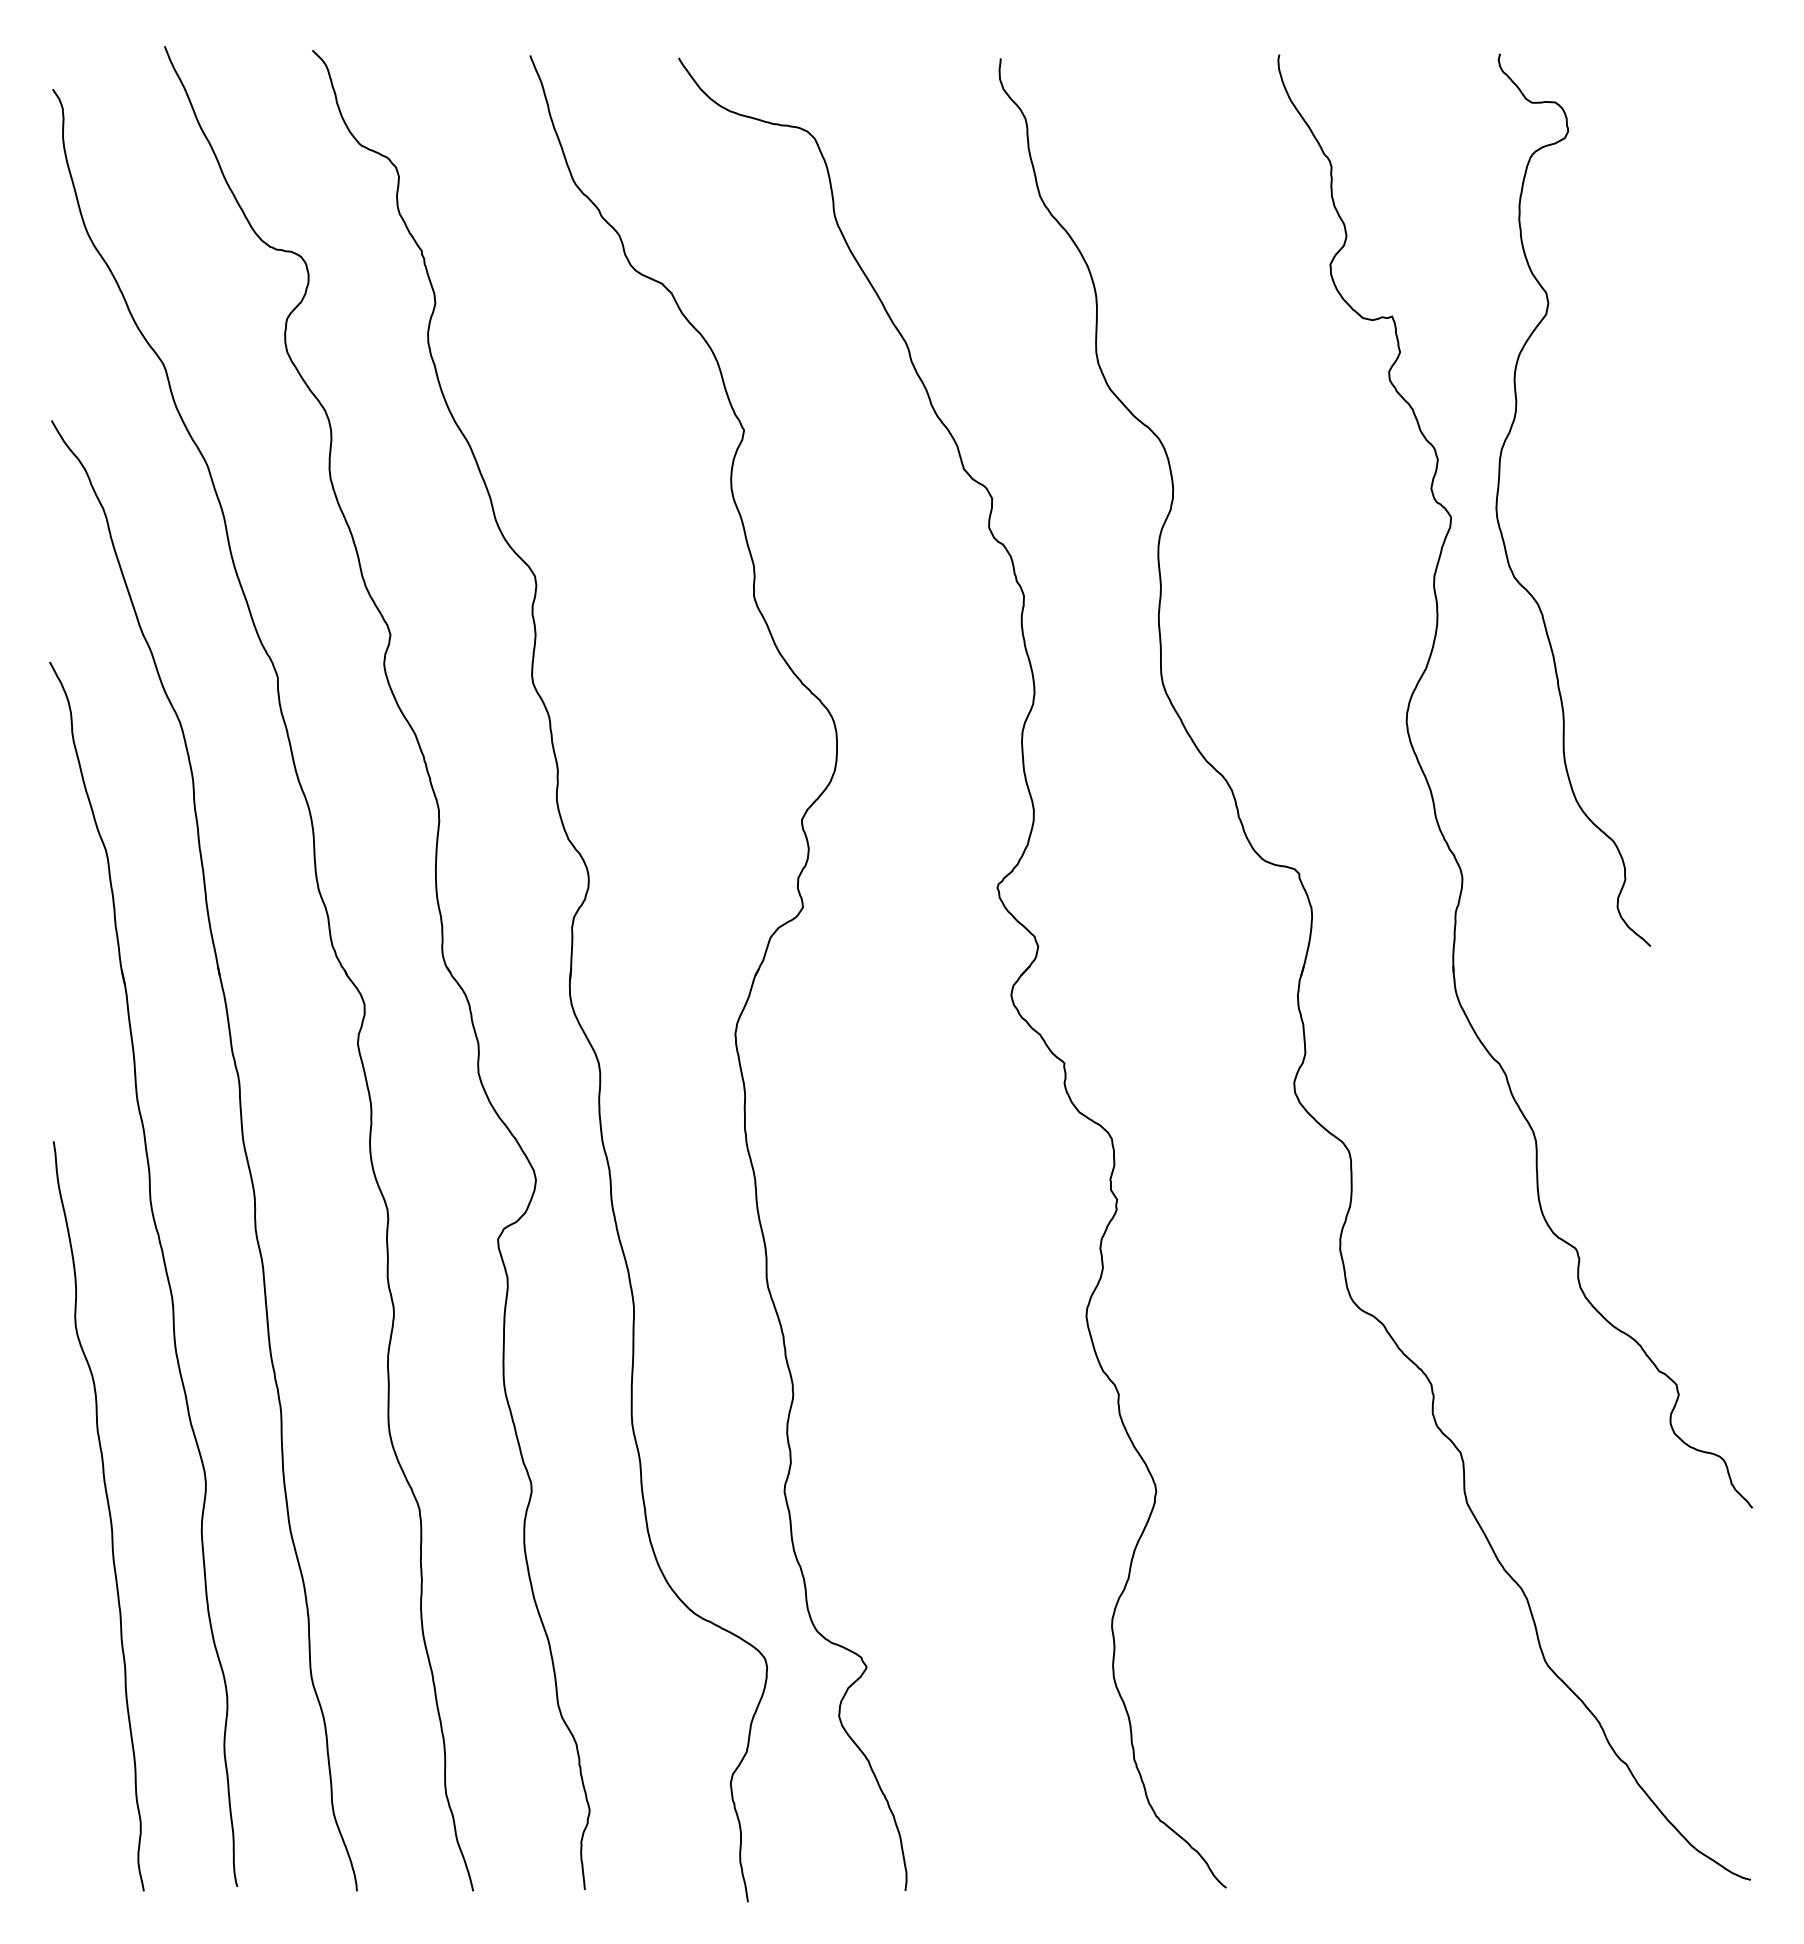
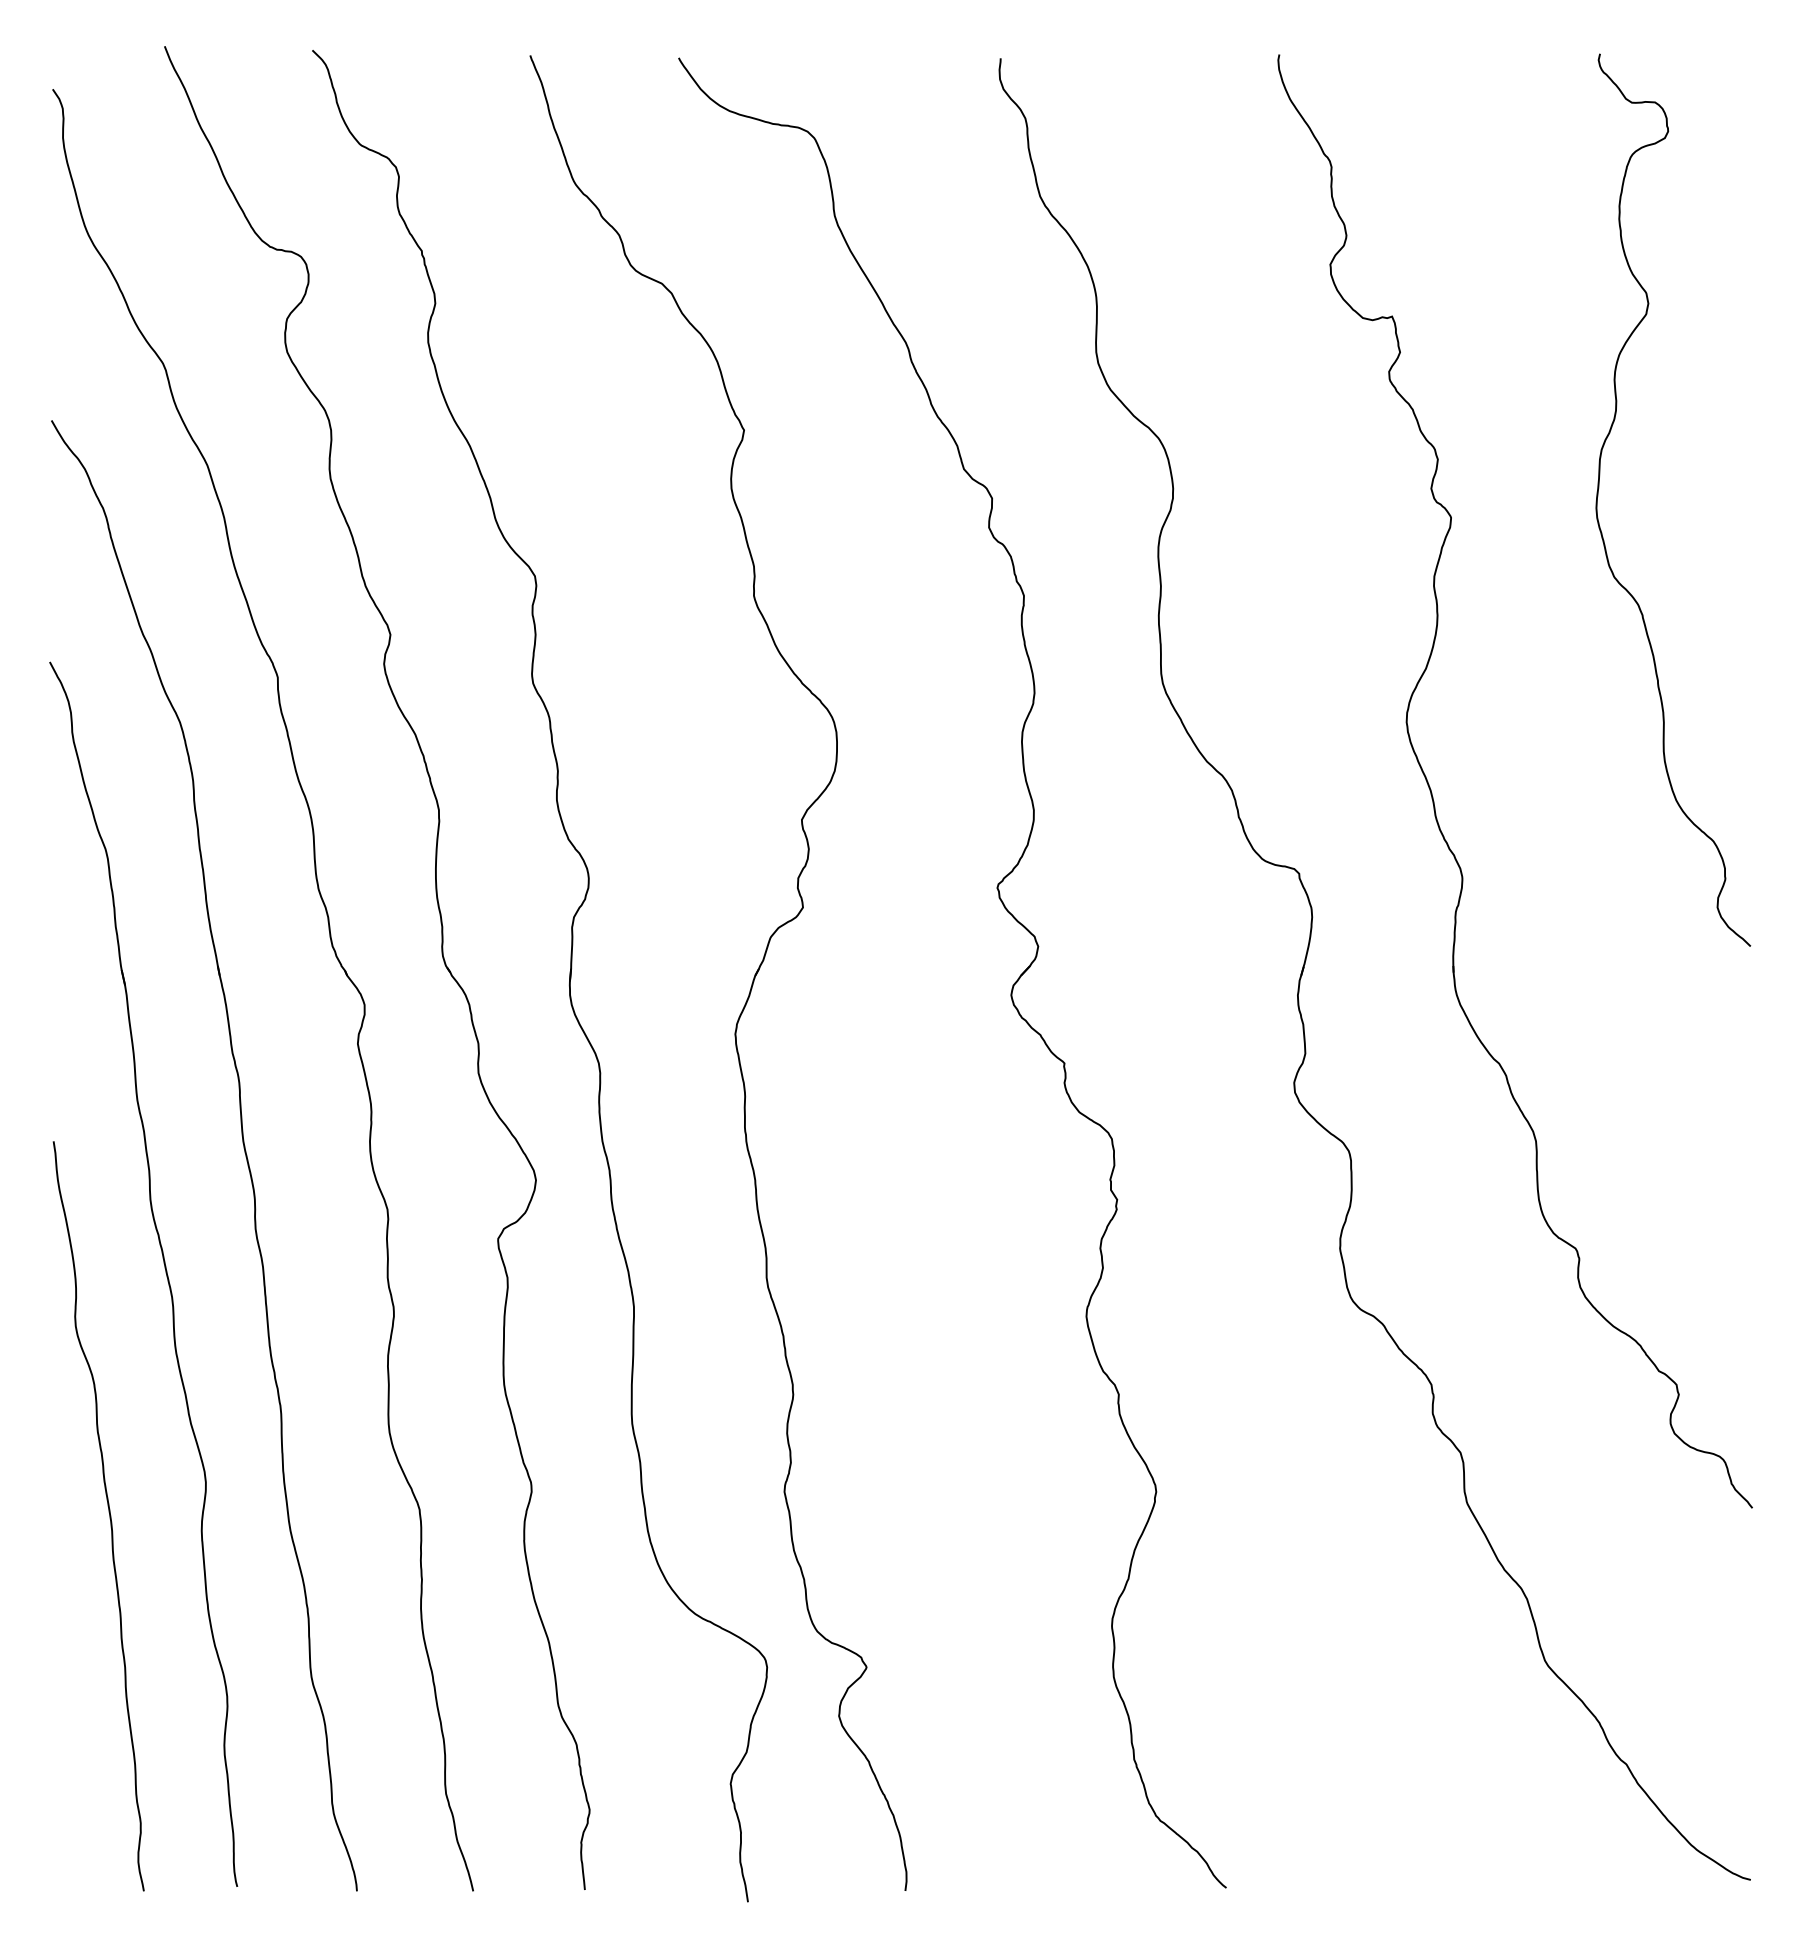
curve at (1499, 488) position: (1499, 488) -> (1599, 488)
